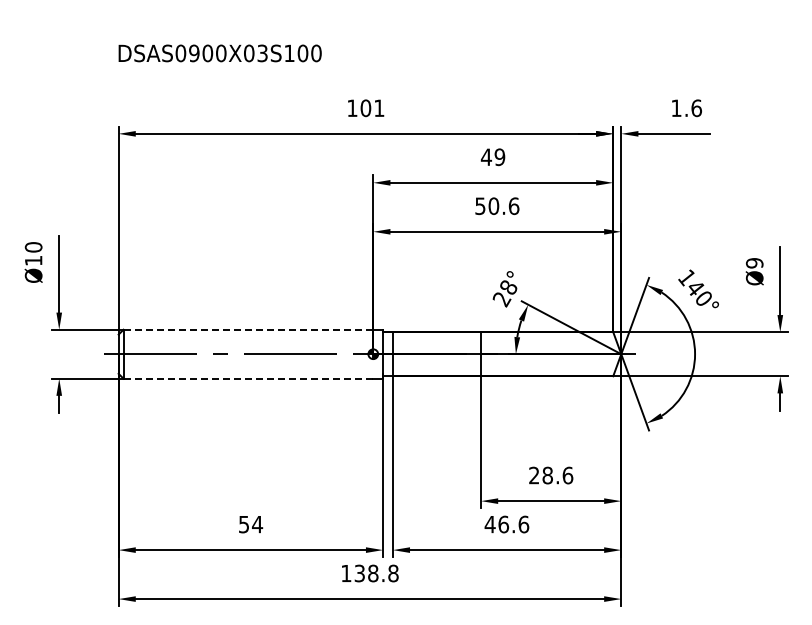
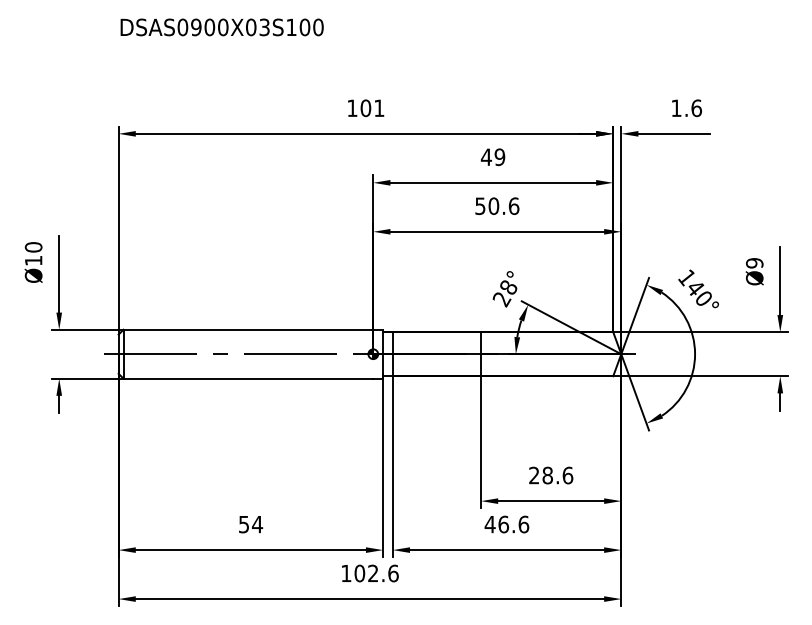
text at (219, 53) position: (219, 53) -> (221, 27)
line at (248, 329): dashed -> solid
line at (248, 378): dashed -> solid
text at (376, 573): 138.8 -> 102.6
